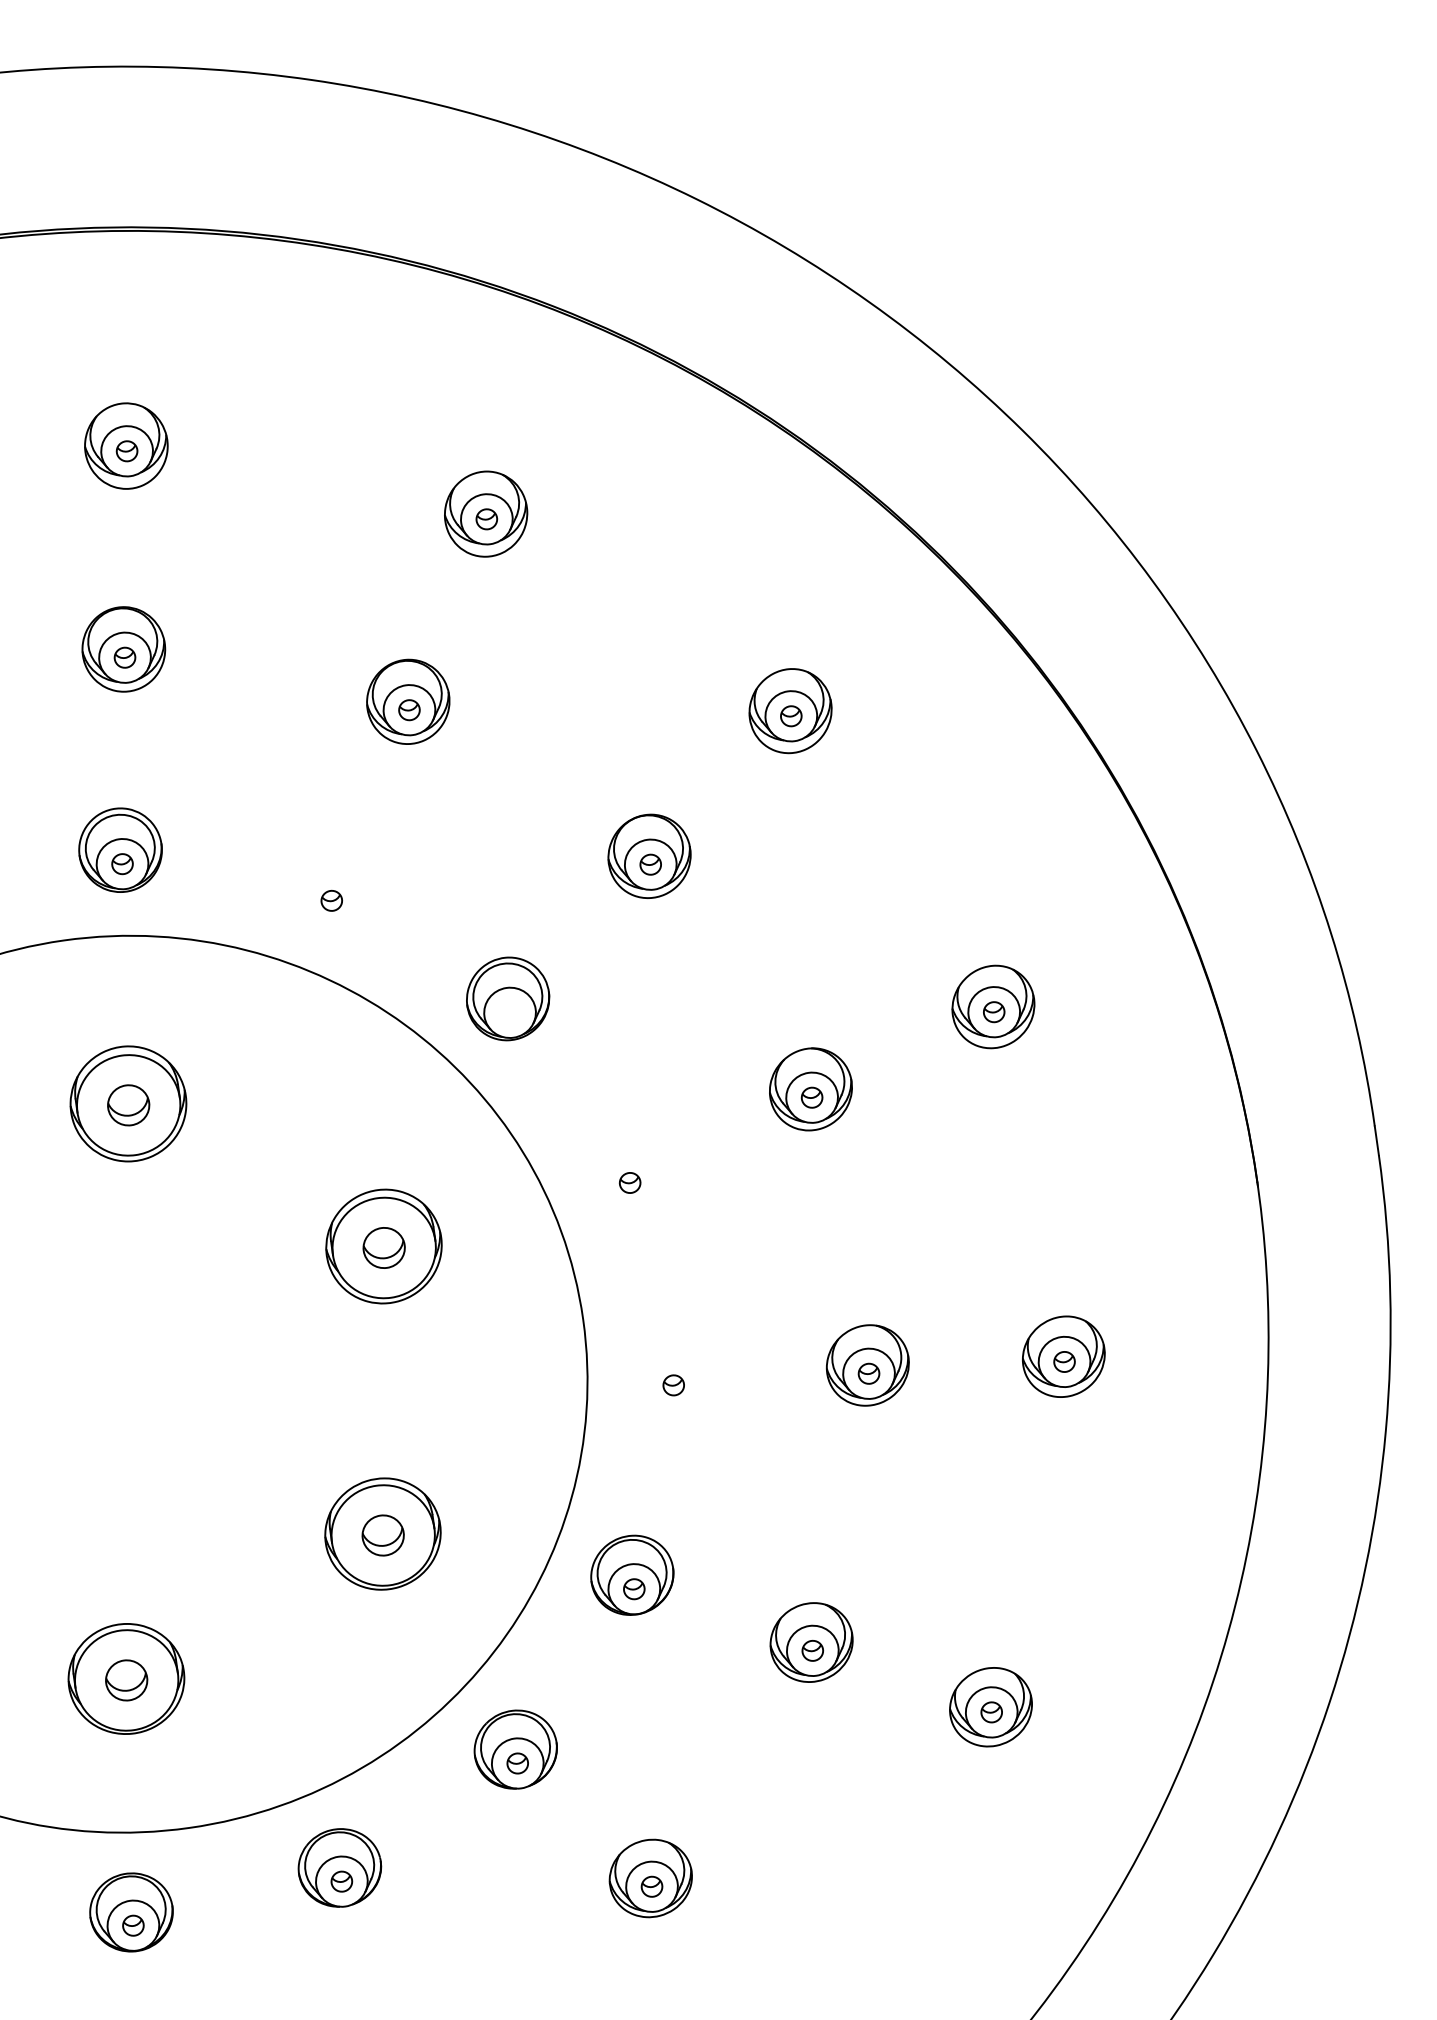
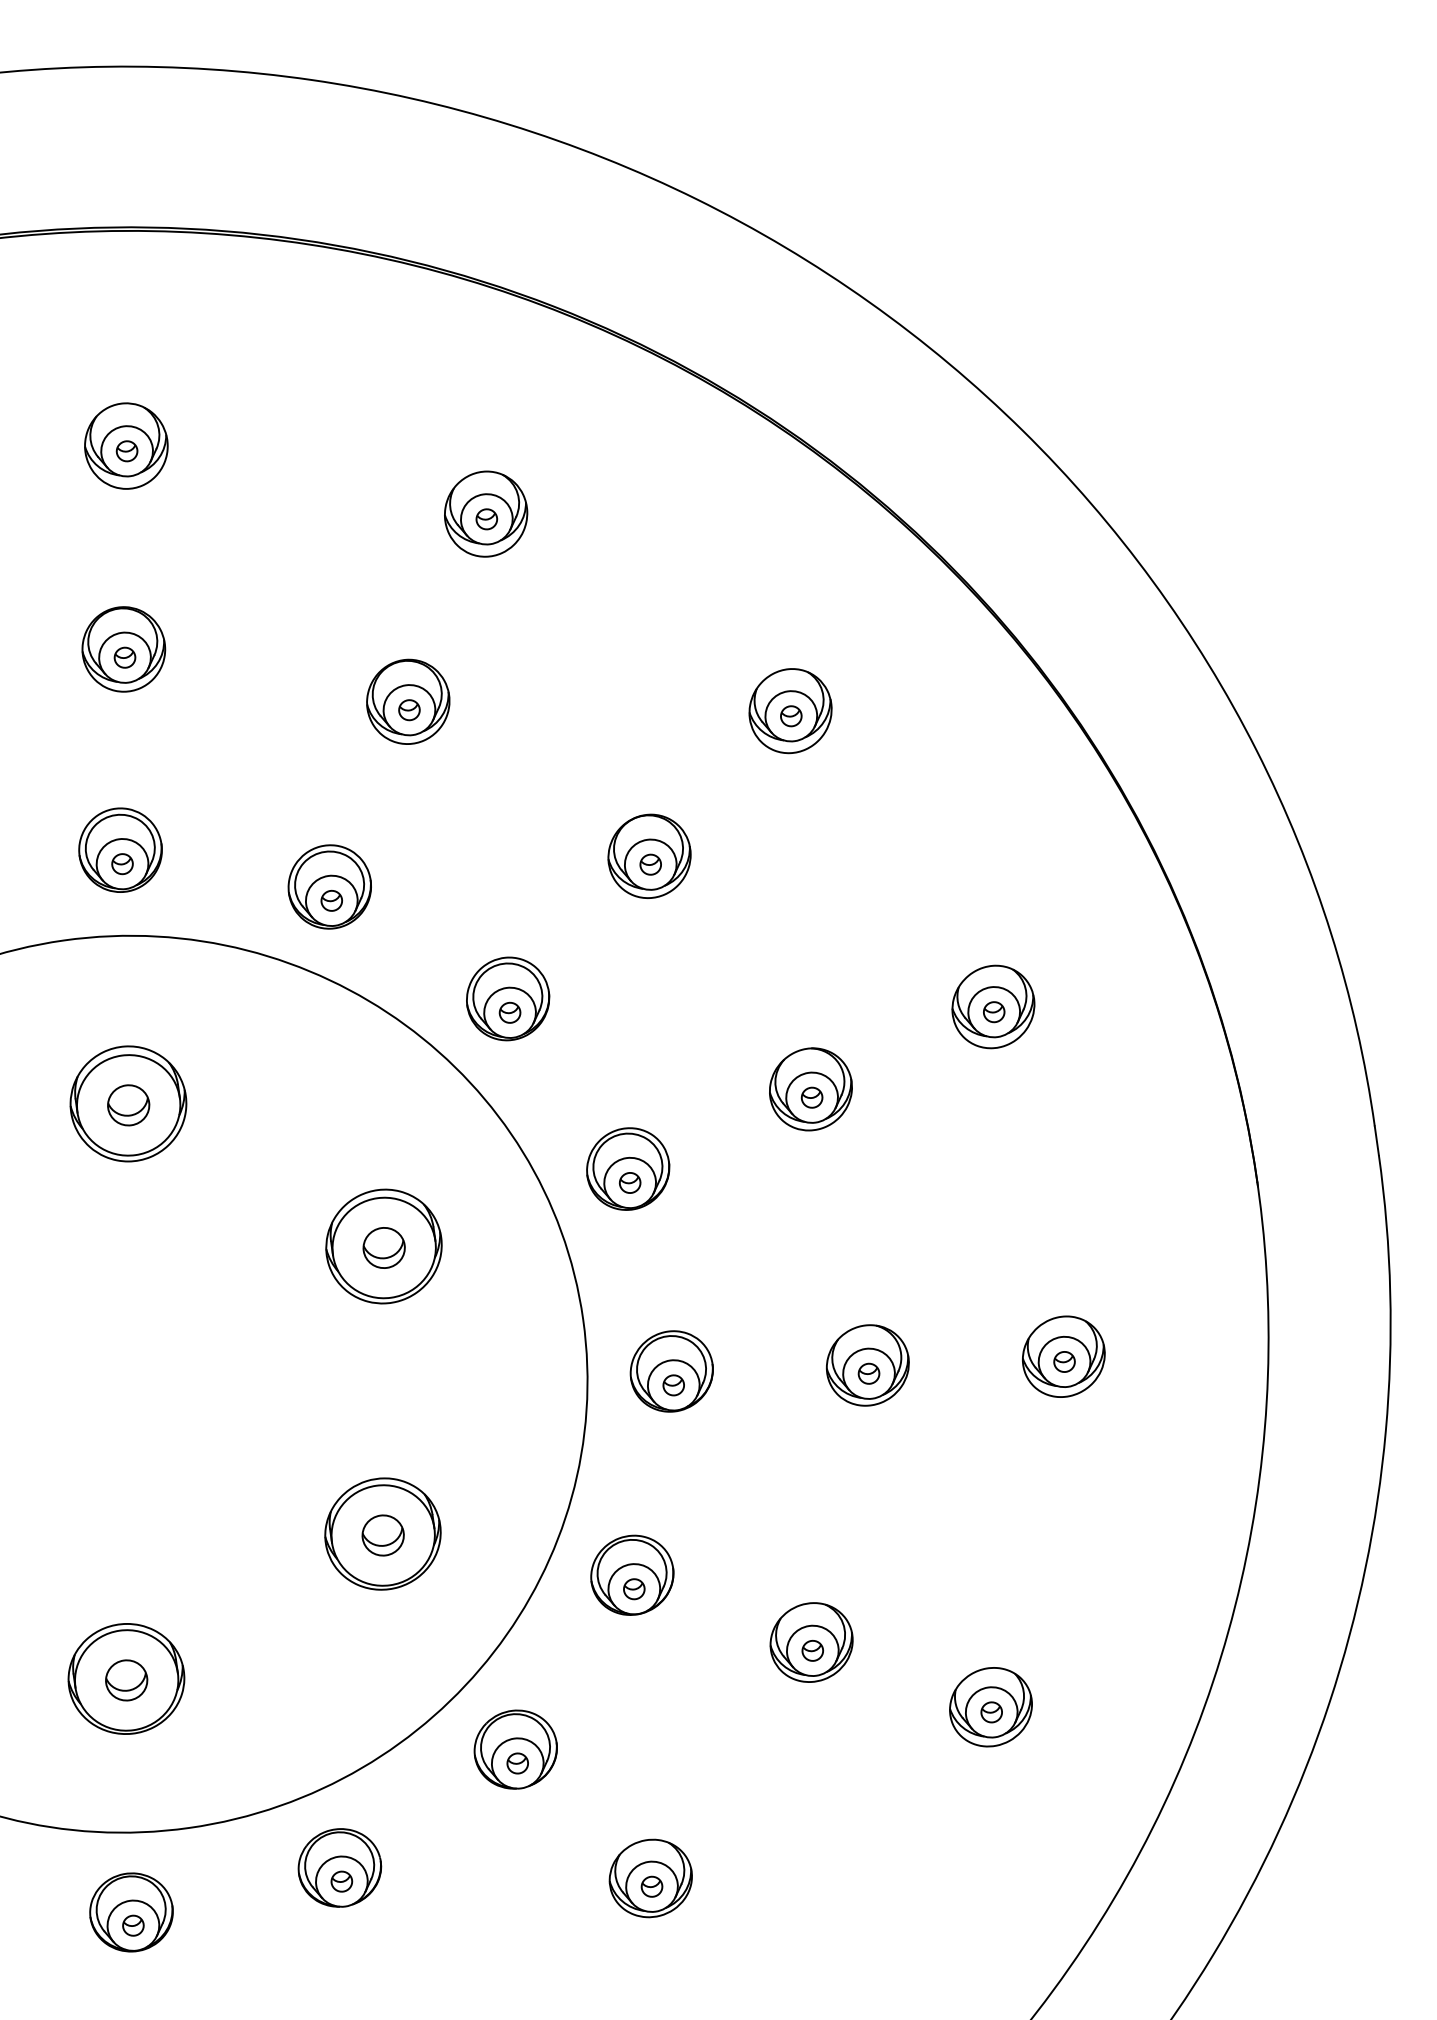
part at (329, 886): none -> present
part at (509, 1012): none -> present
part at (628, 1168): none -> present
part at (671, 1371): none -> present
